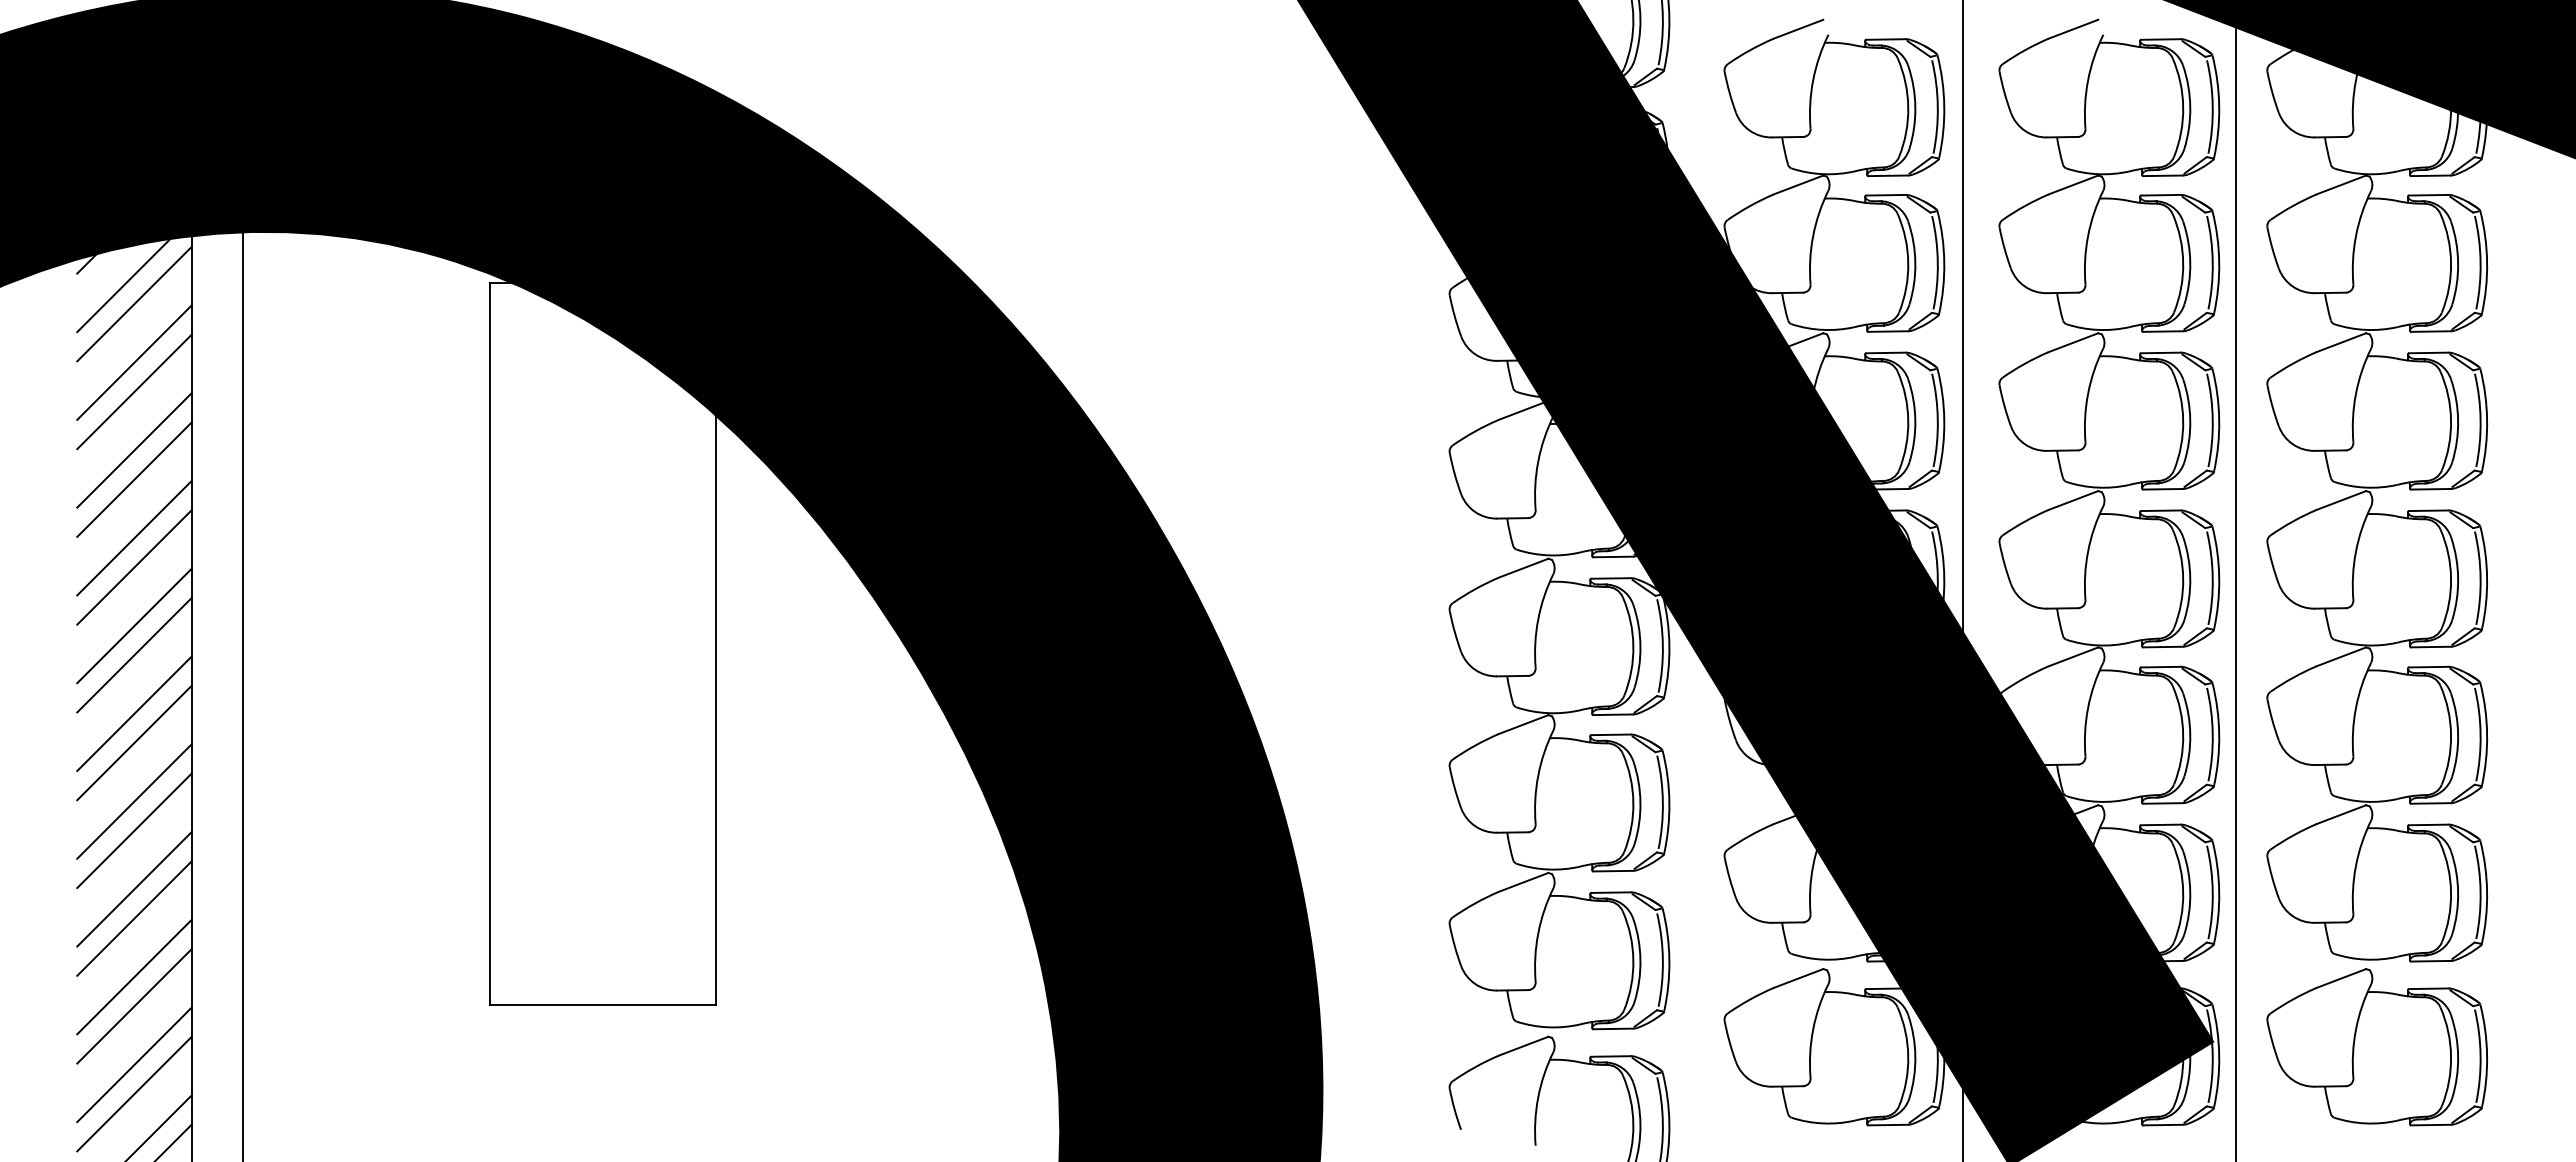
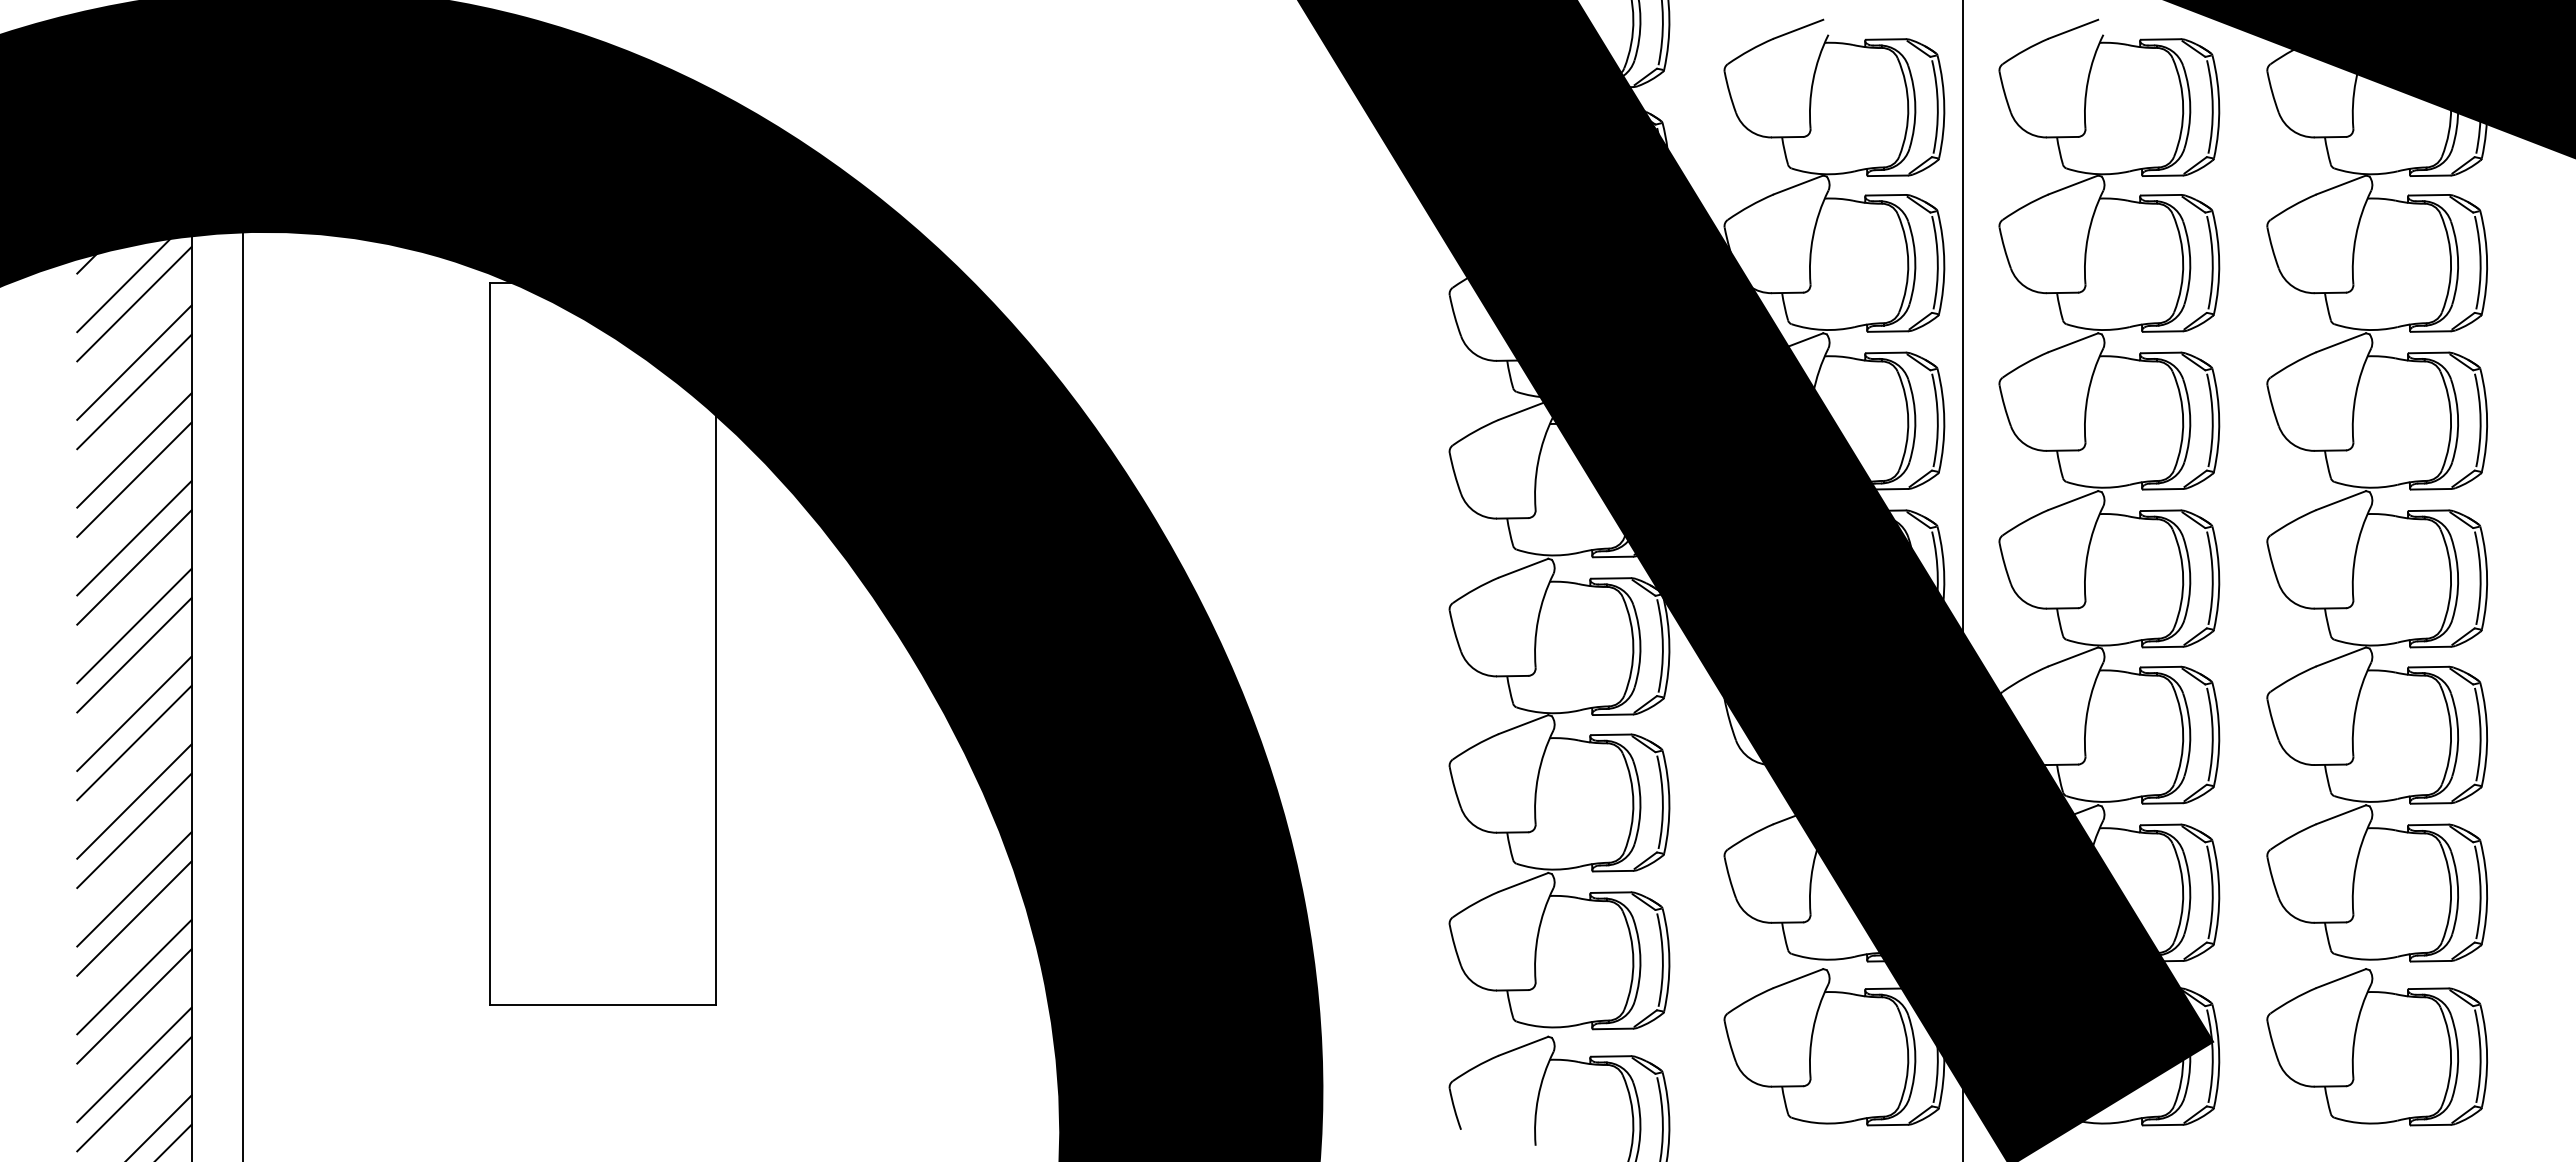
line at (2236, 580): present -> none
